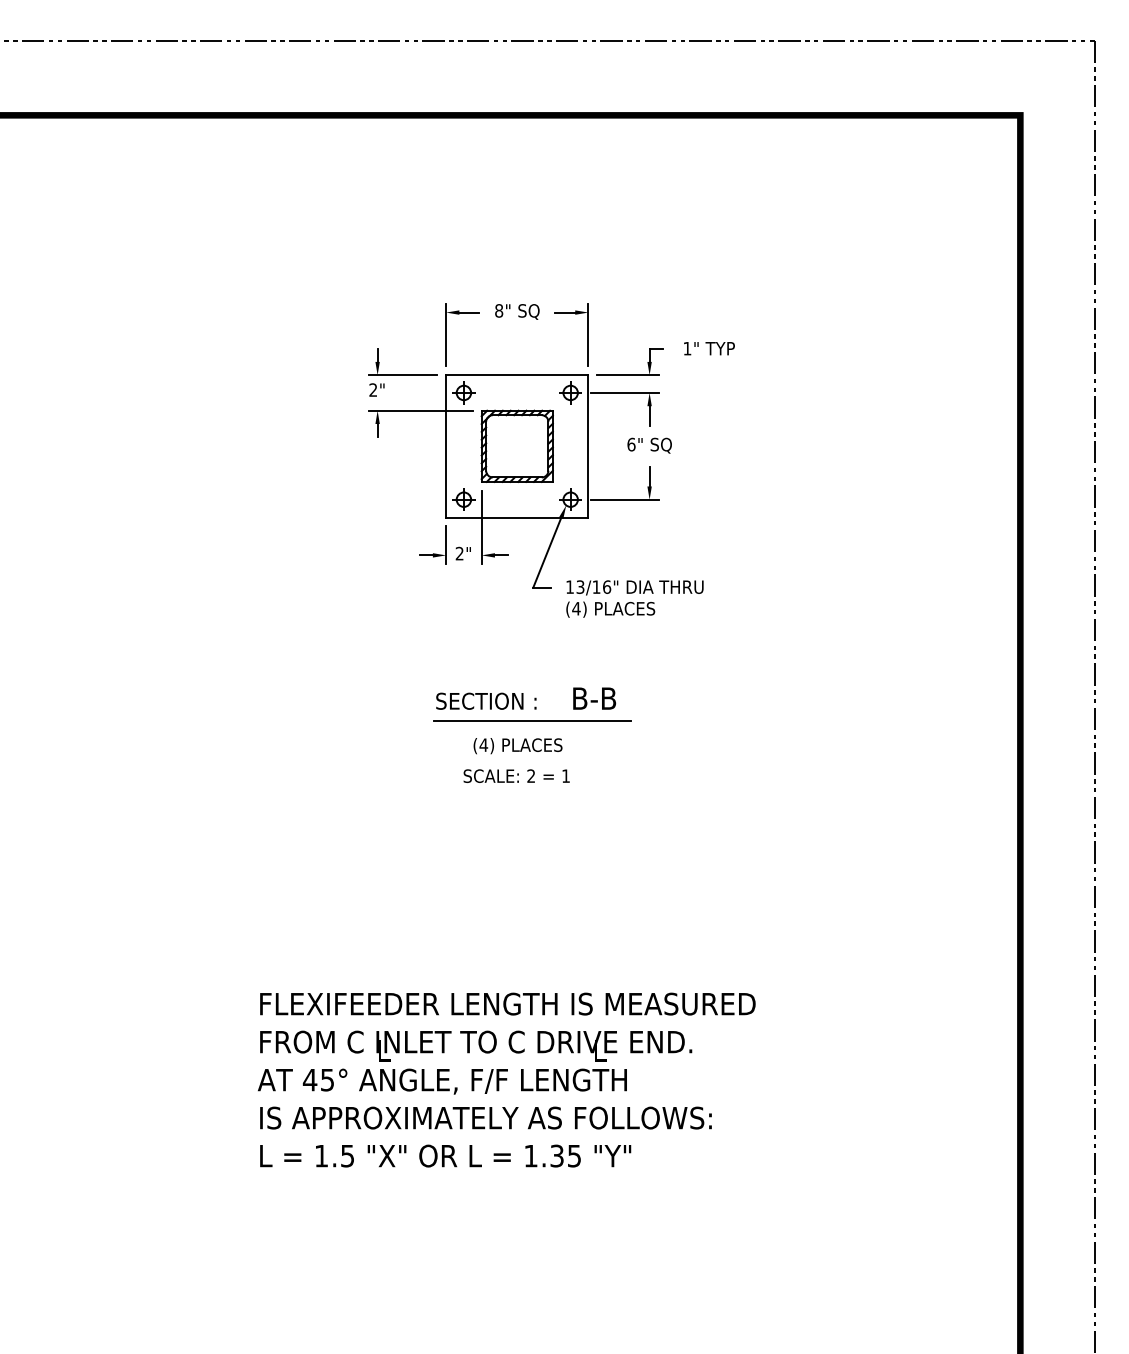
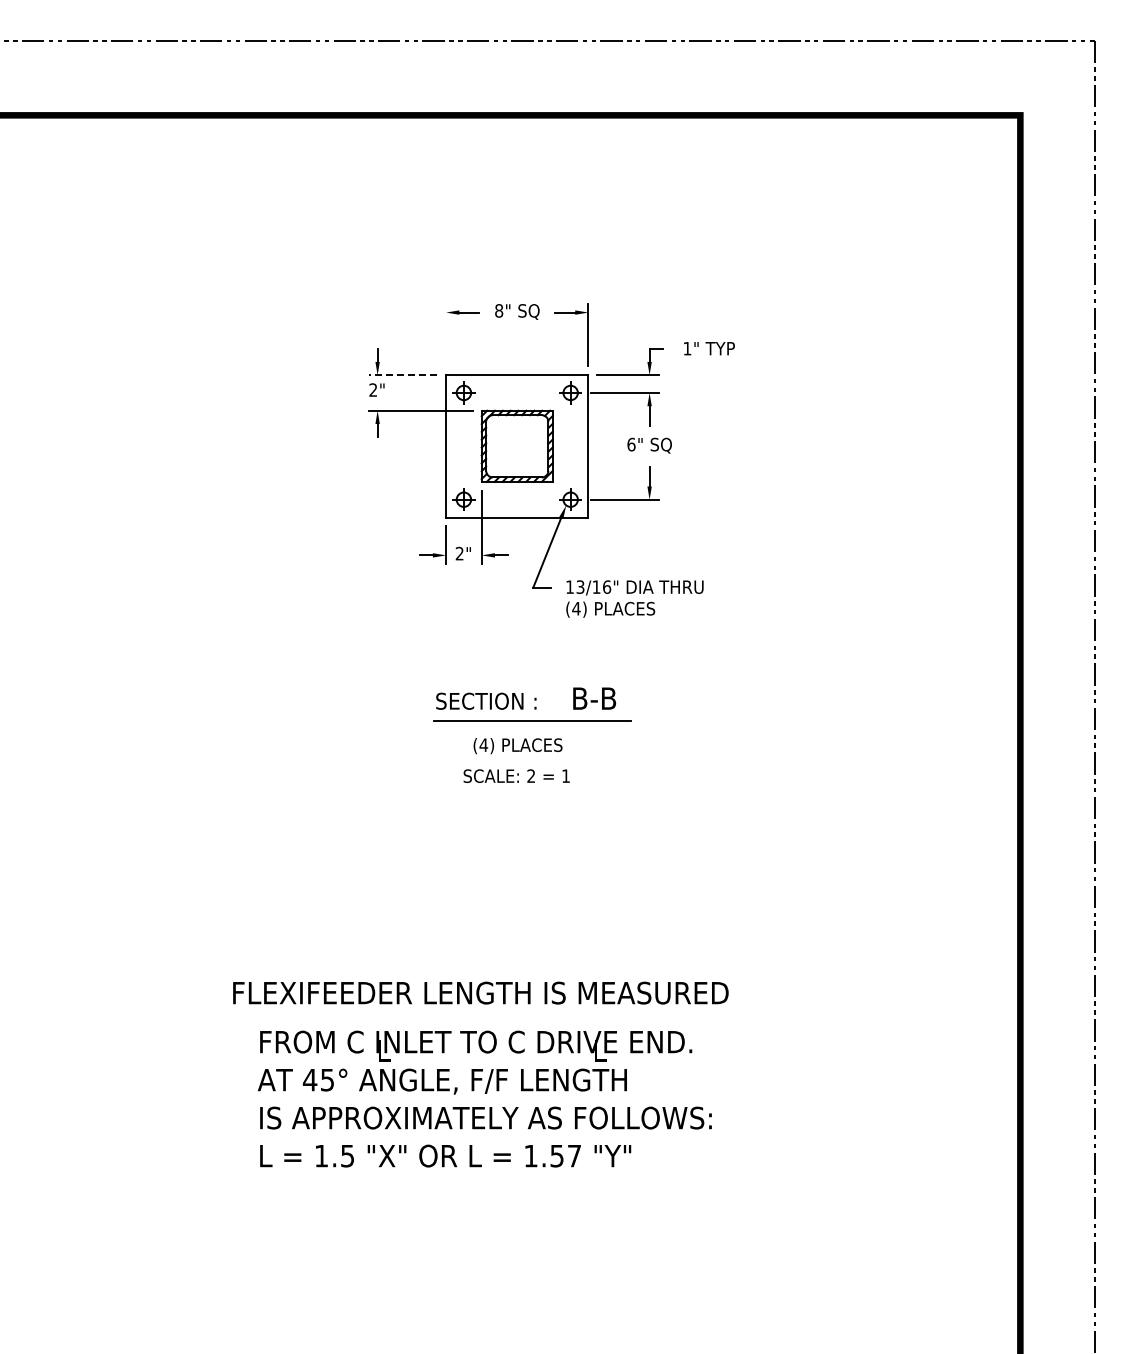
line at (446, 334): present -> none
line at (402, 375): solid -> dashed
text at (507, 1003) position: (507, 1003) -> (480, 992)
text at (565, 1155): 1.35 -> 1.57
